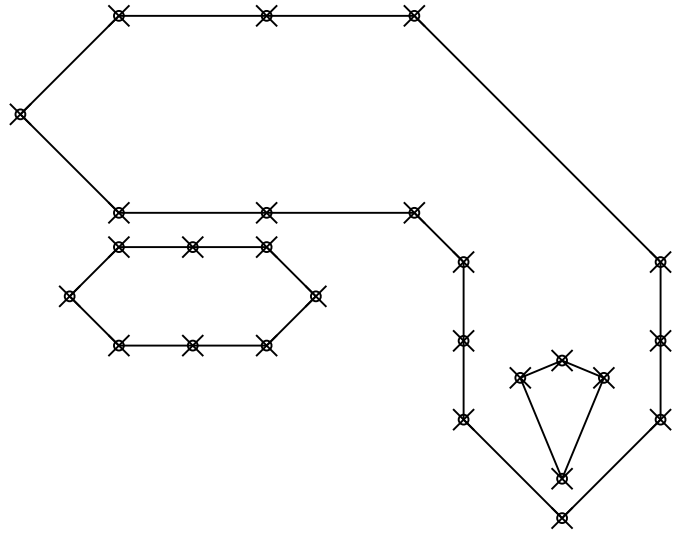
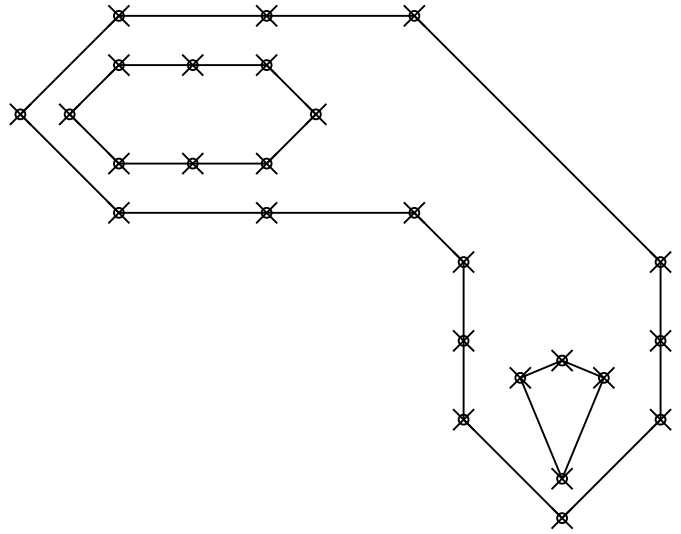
part at (192, 296) position: (192, 296) -> (192, 114)
